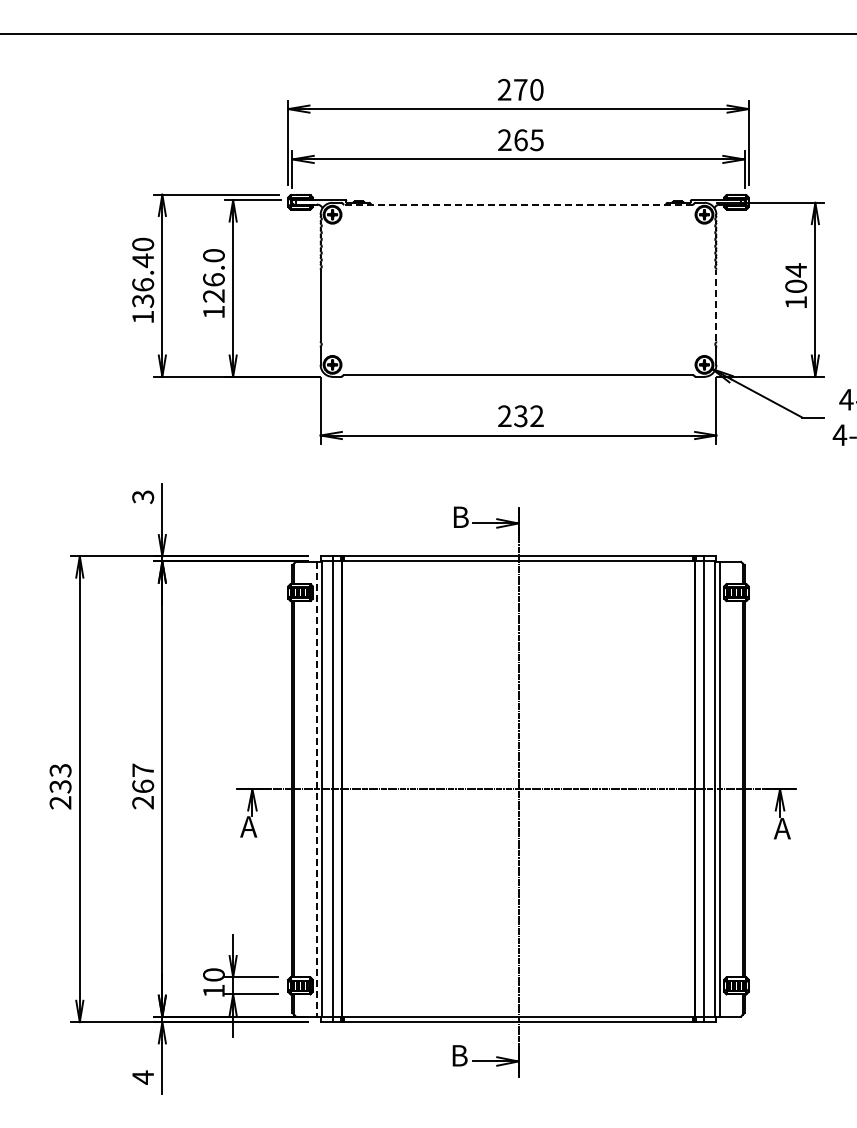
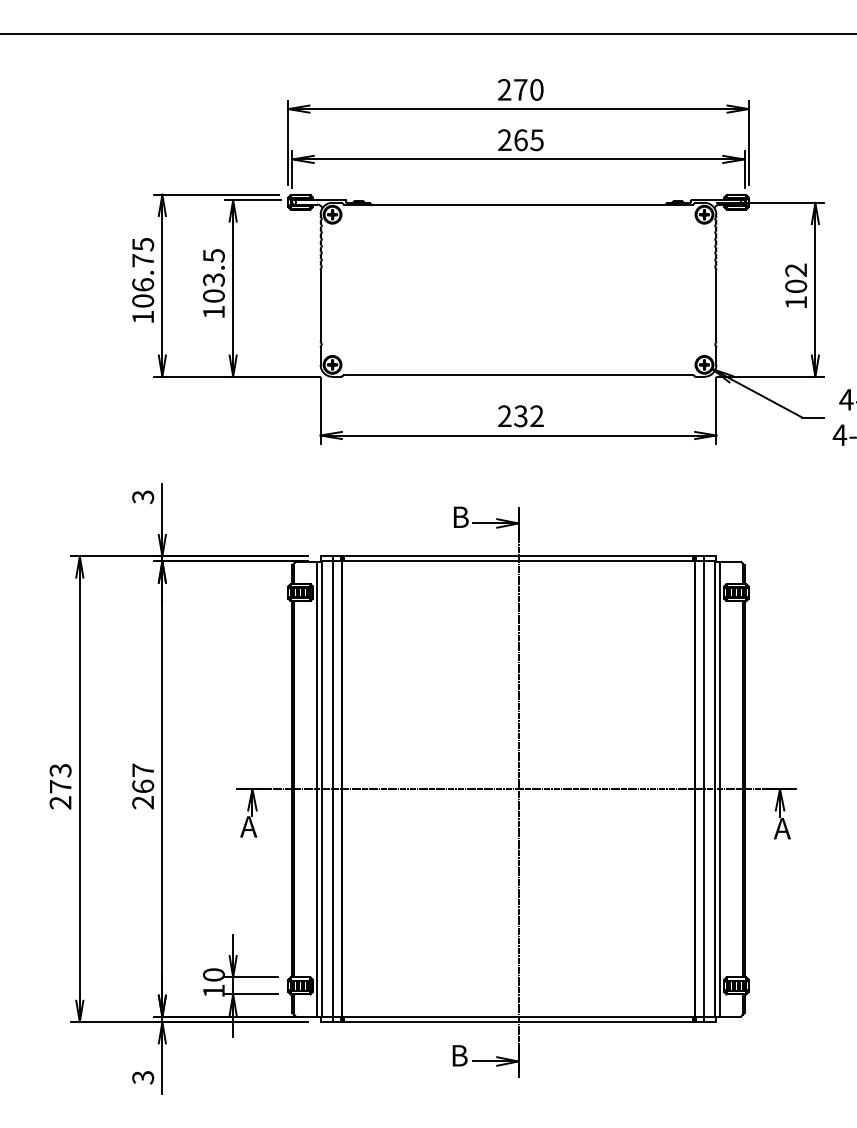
line at (518, 204): dashed -> solid
text at (795, 270): 104 -> 102
text at (143, 272): 136.40 -> 106.75
text at (213, 275): 126.0 -> 103.5
line at (716, 305): dashed -> solid
text at (60, 786): 233 -> 273
line at (316, 789): dashed -> solid
text at (143, 1077): 4 -> 3
